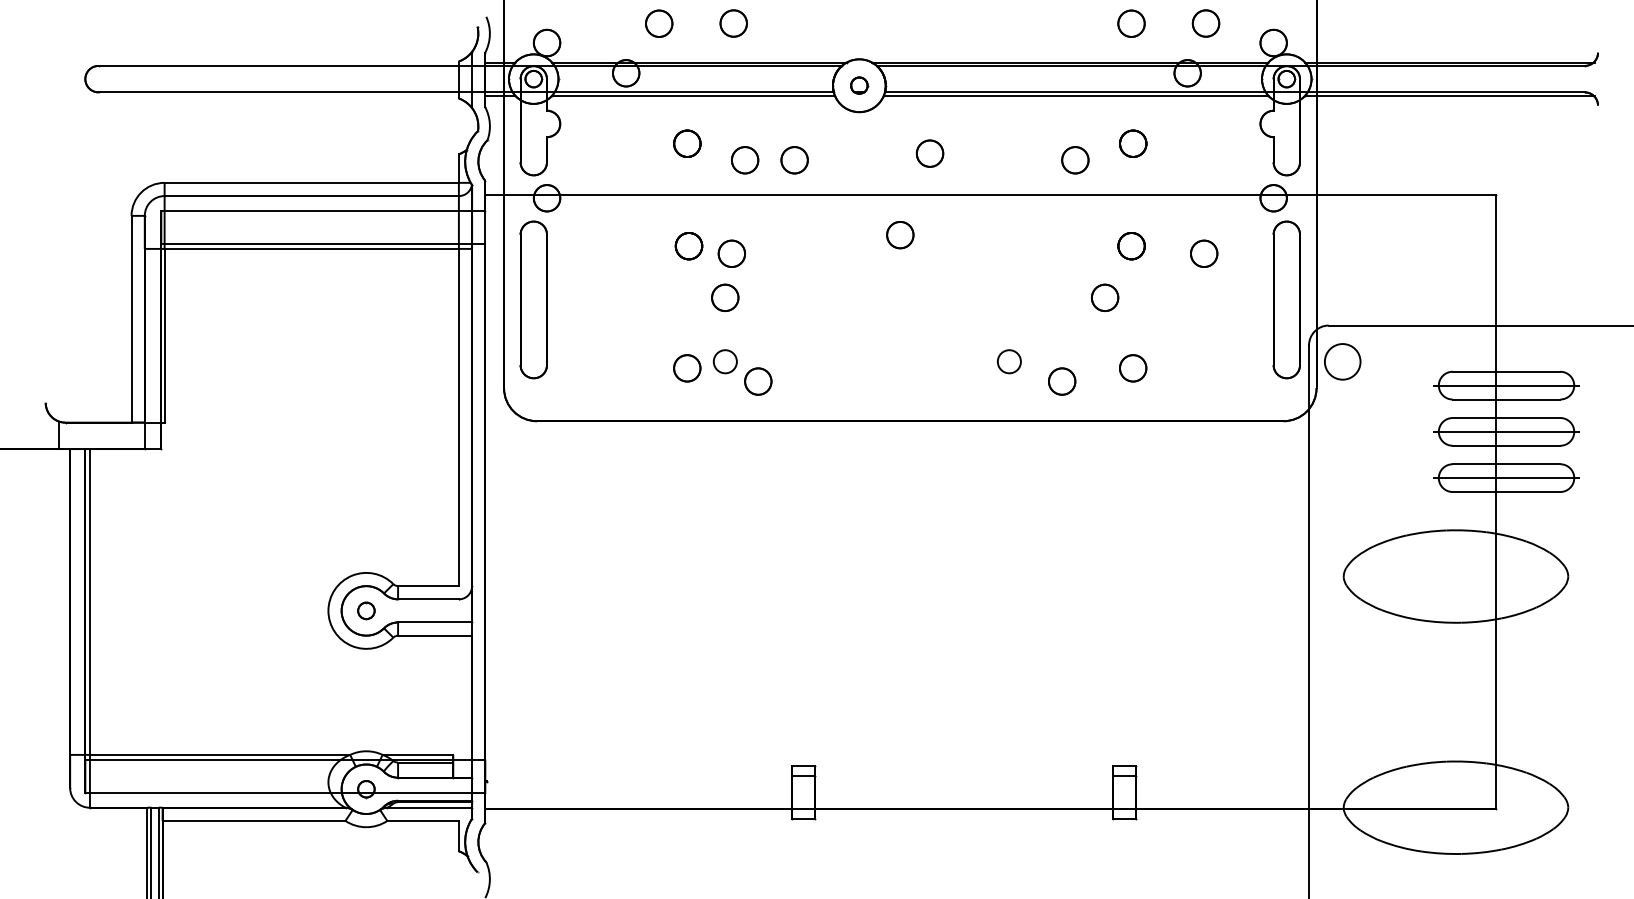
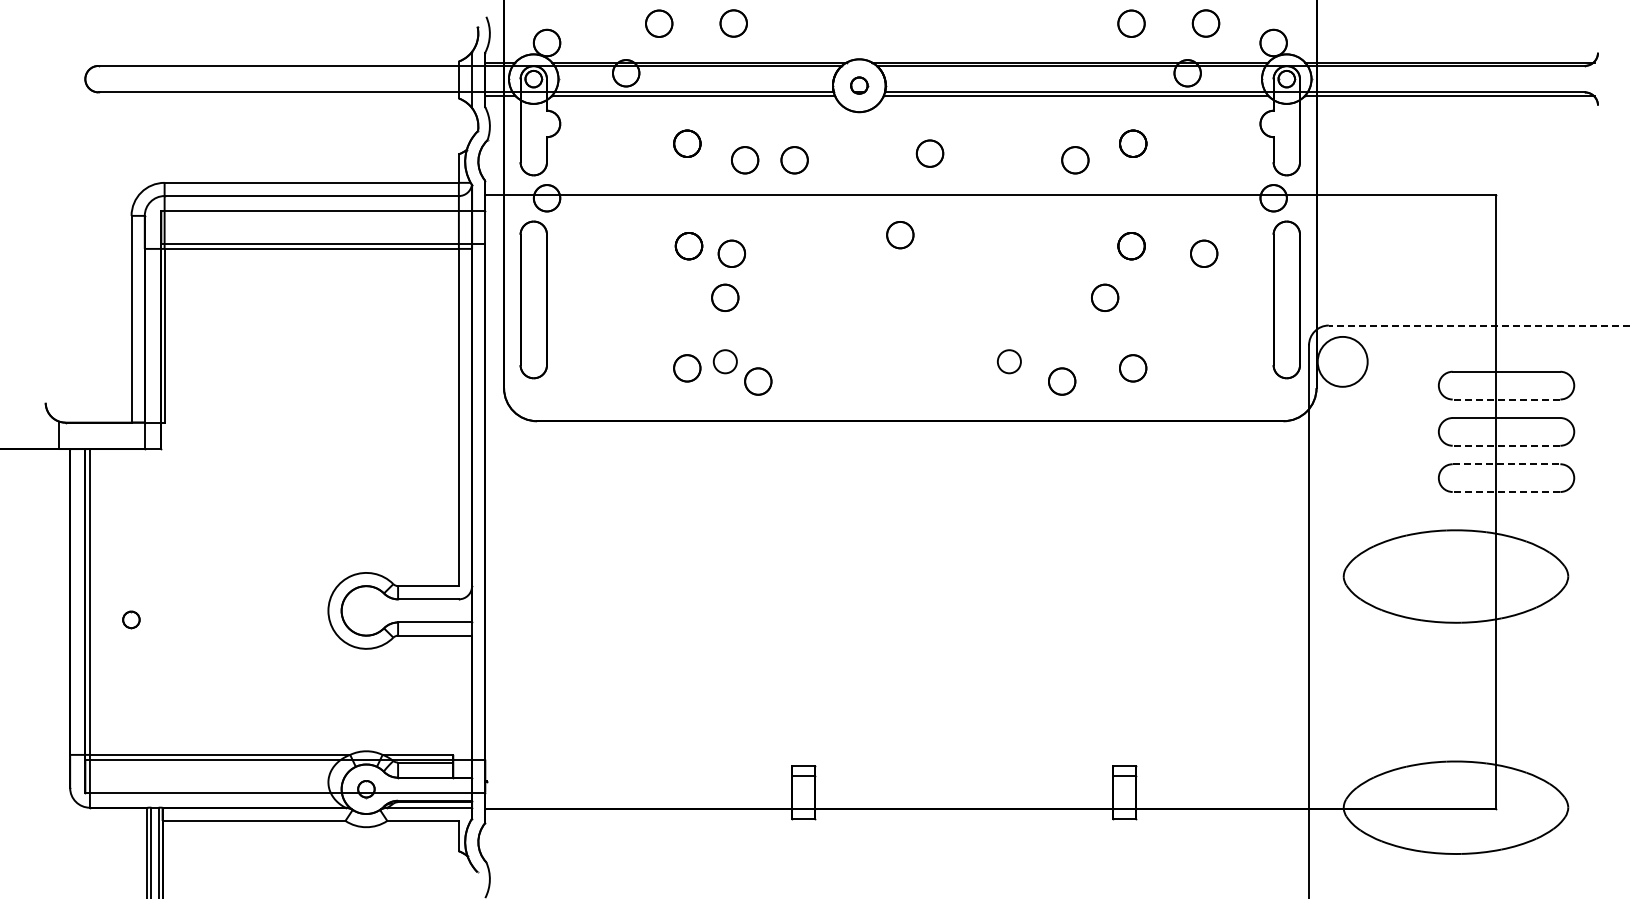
line at (1480, 325): solid -> dashed
circle at (1342, 361) diameter: 36 px -> 50 px
line at (1506, 385): present -> none
line at (1506, 399): solid -> dashed
line at (1506, 431): present -> none
line at (1506, 445): solid -> dashed
line at (1506, 464): solid -> dashed
line at (1506, 478): present -> none
line at (1506, 492): solid -> dashed
part at (366, 610) position: (366, 610) -> (131, 619)
